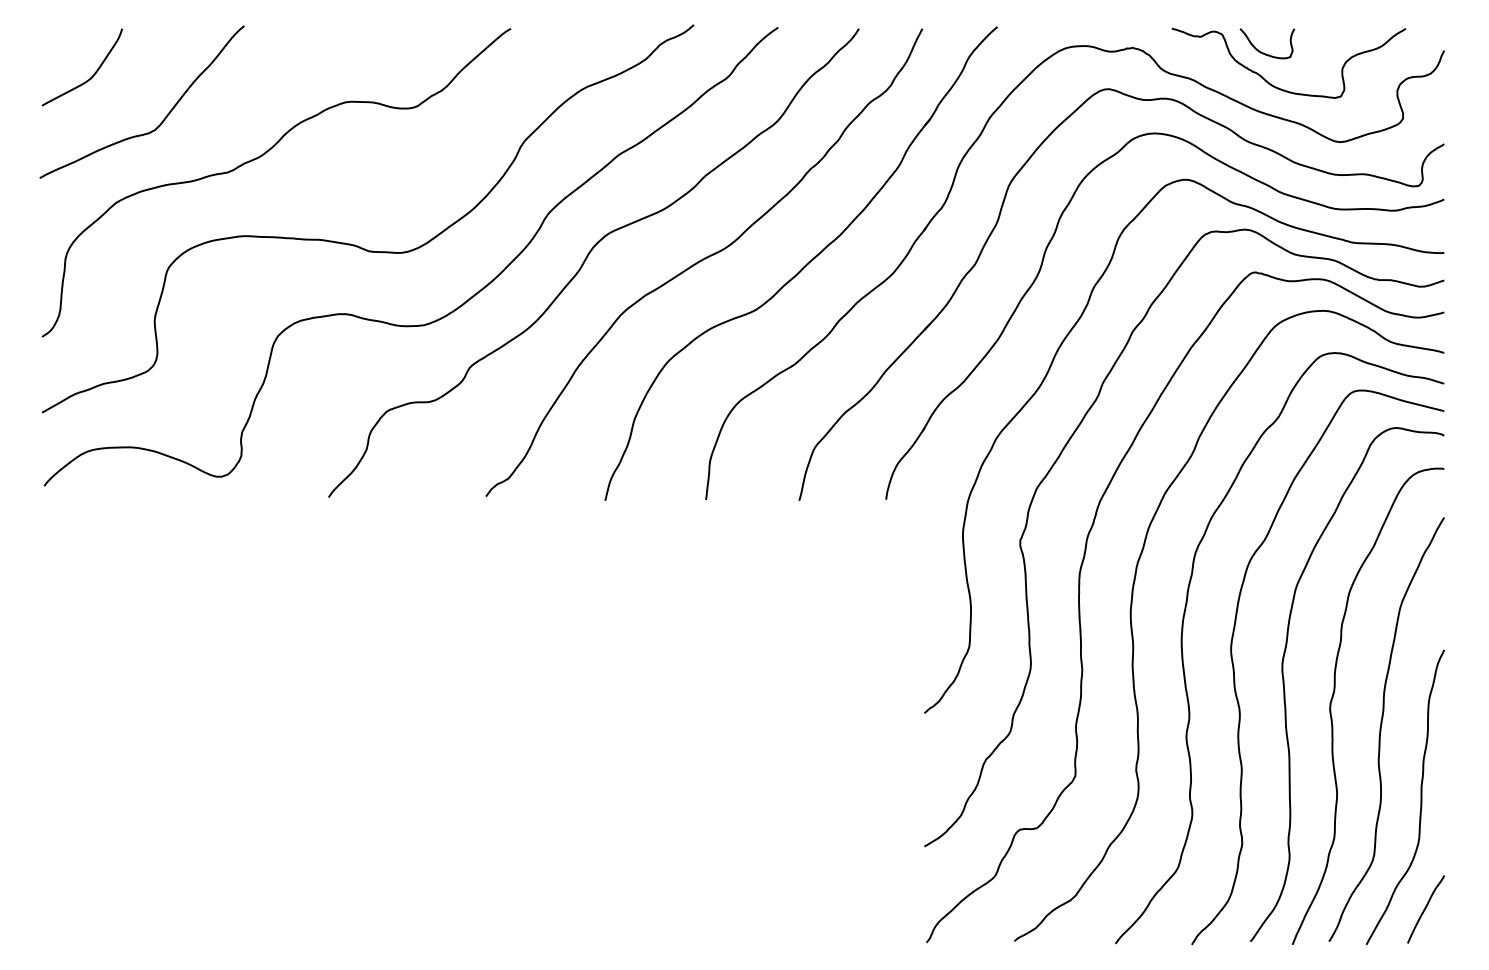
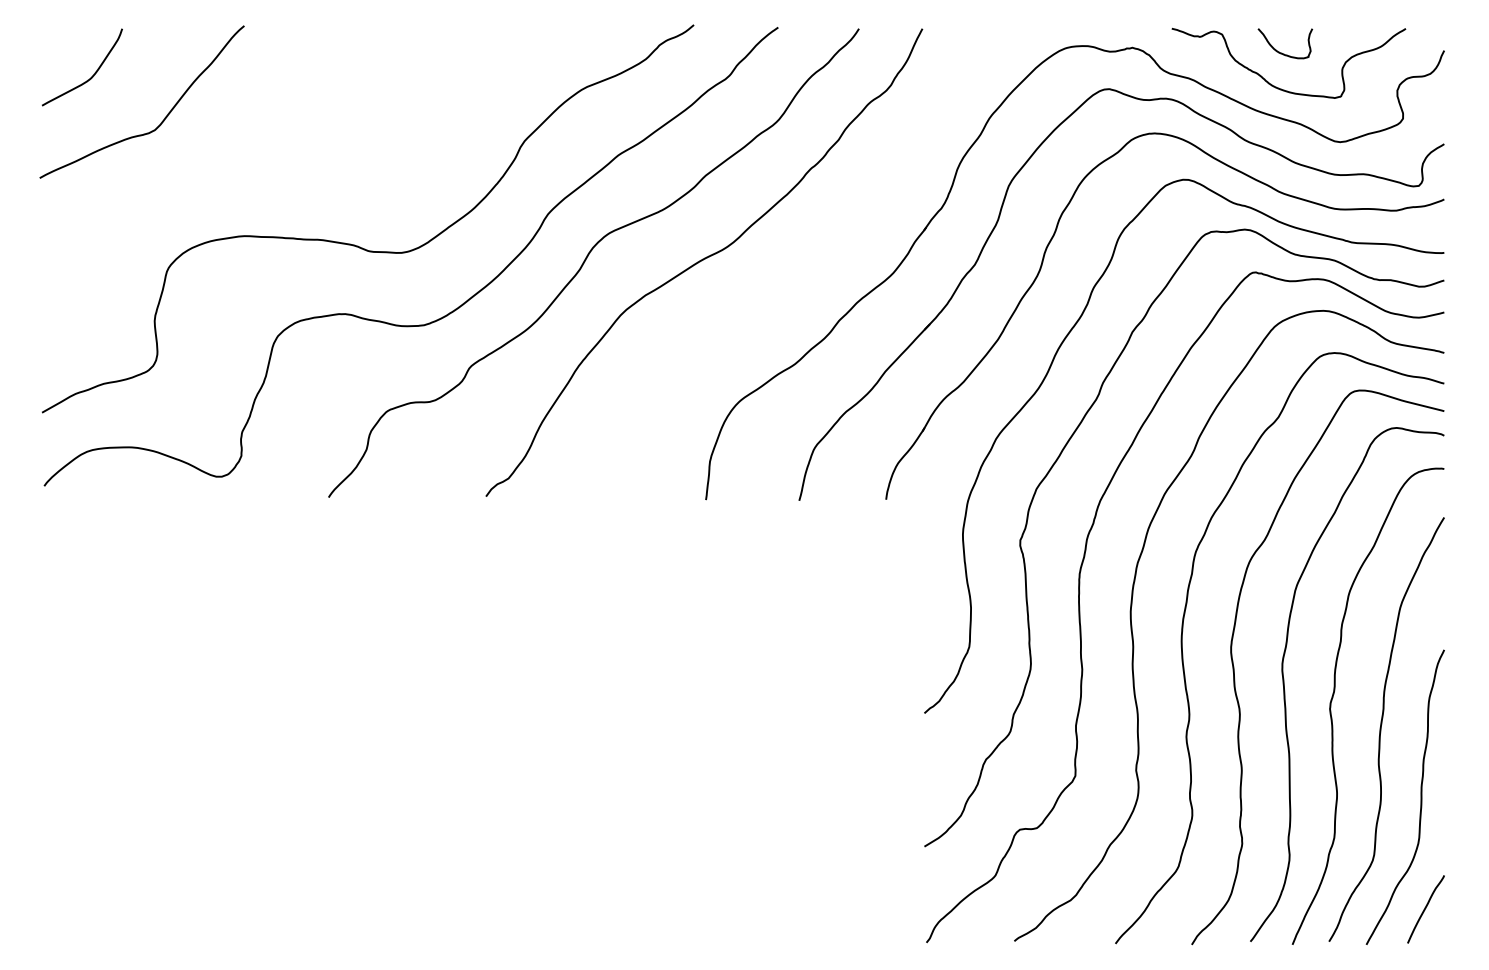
curve at (1263, 52) position: (1263, 52) -> (1281, 52)
curve at (259, 158): present -> none
part at (800, 263): present -> none
